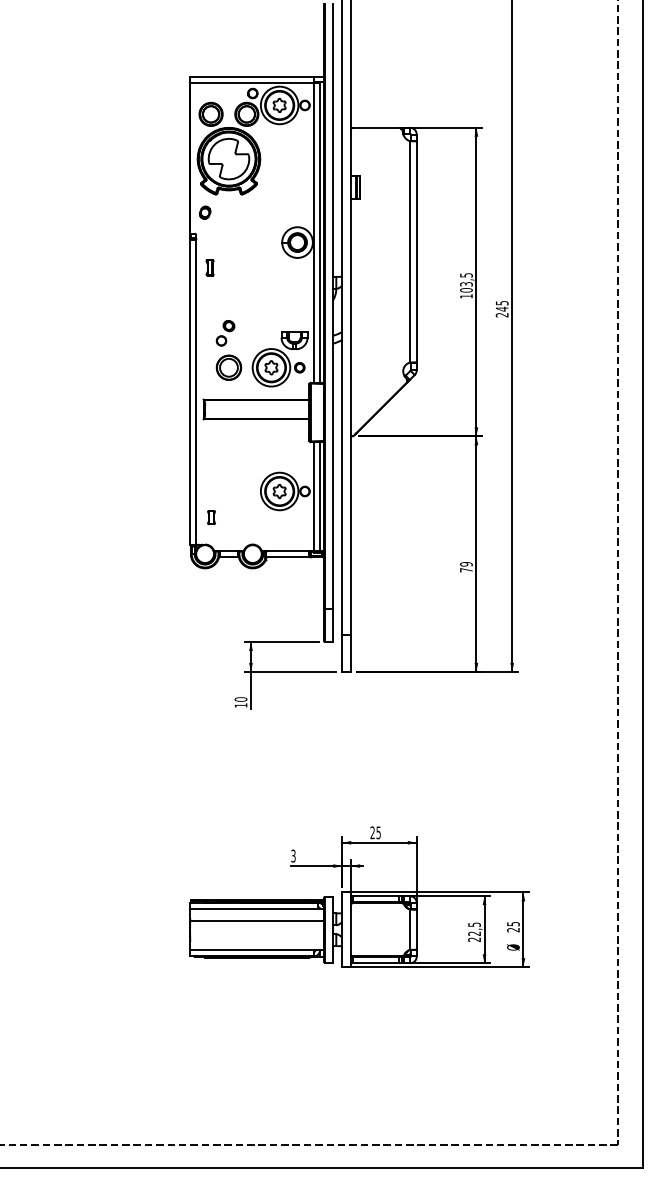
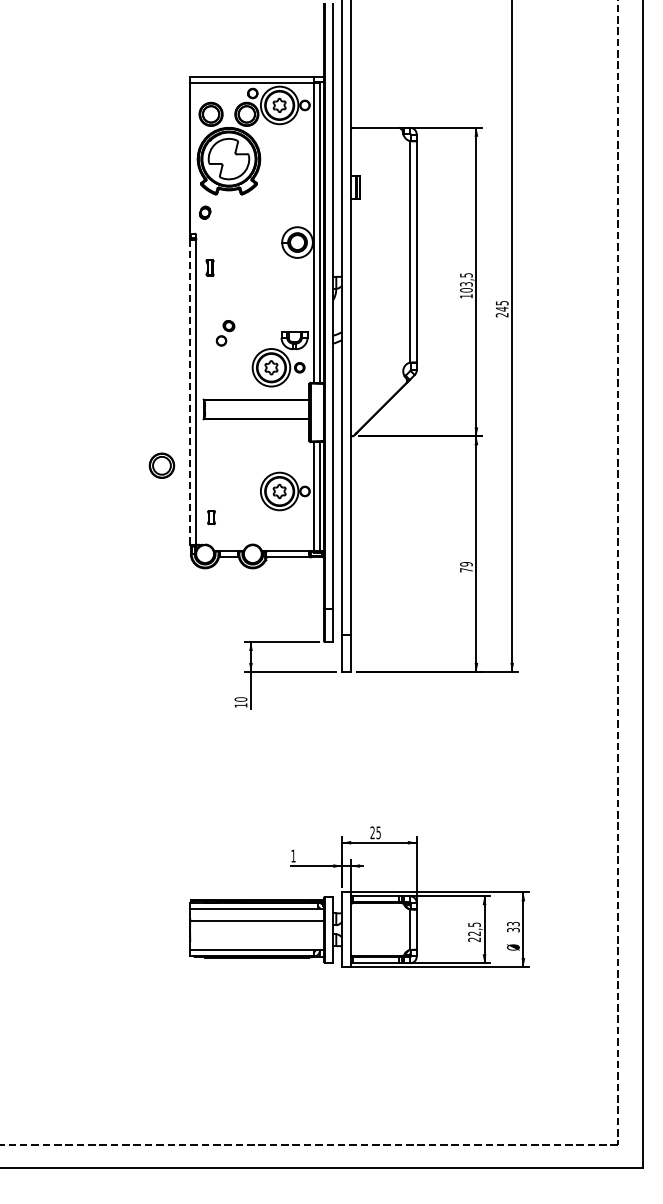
part at (228, 367) position: (228, 367) -> (161, 465)
line at (190, 392): solid -> dashed
text at (293, 855): 3 -> 1
text at (513, 927): 25 -> 33
